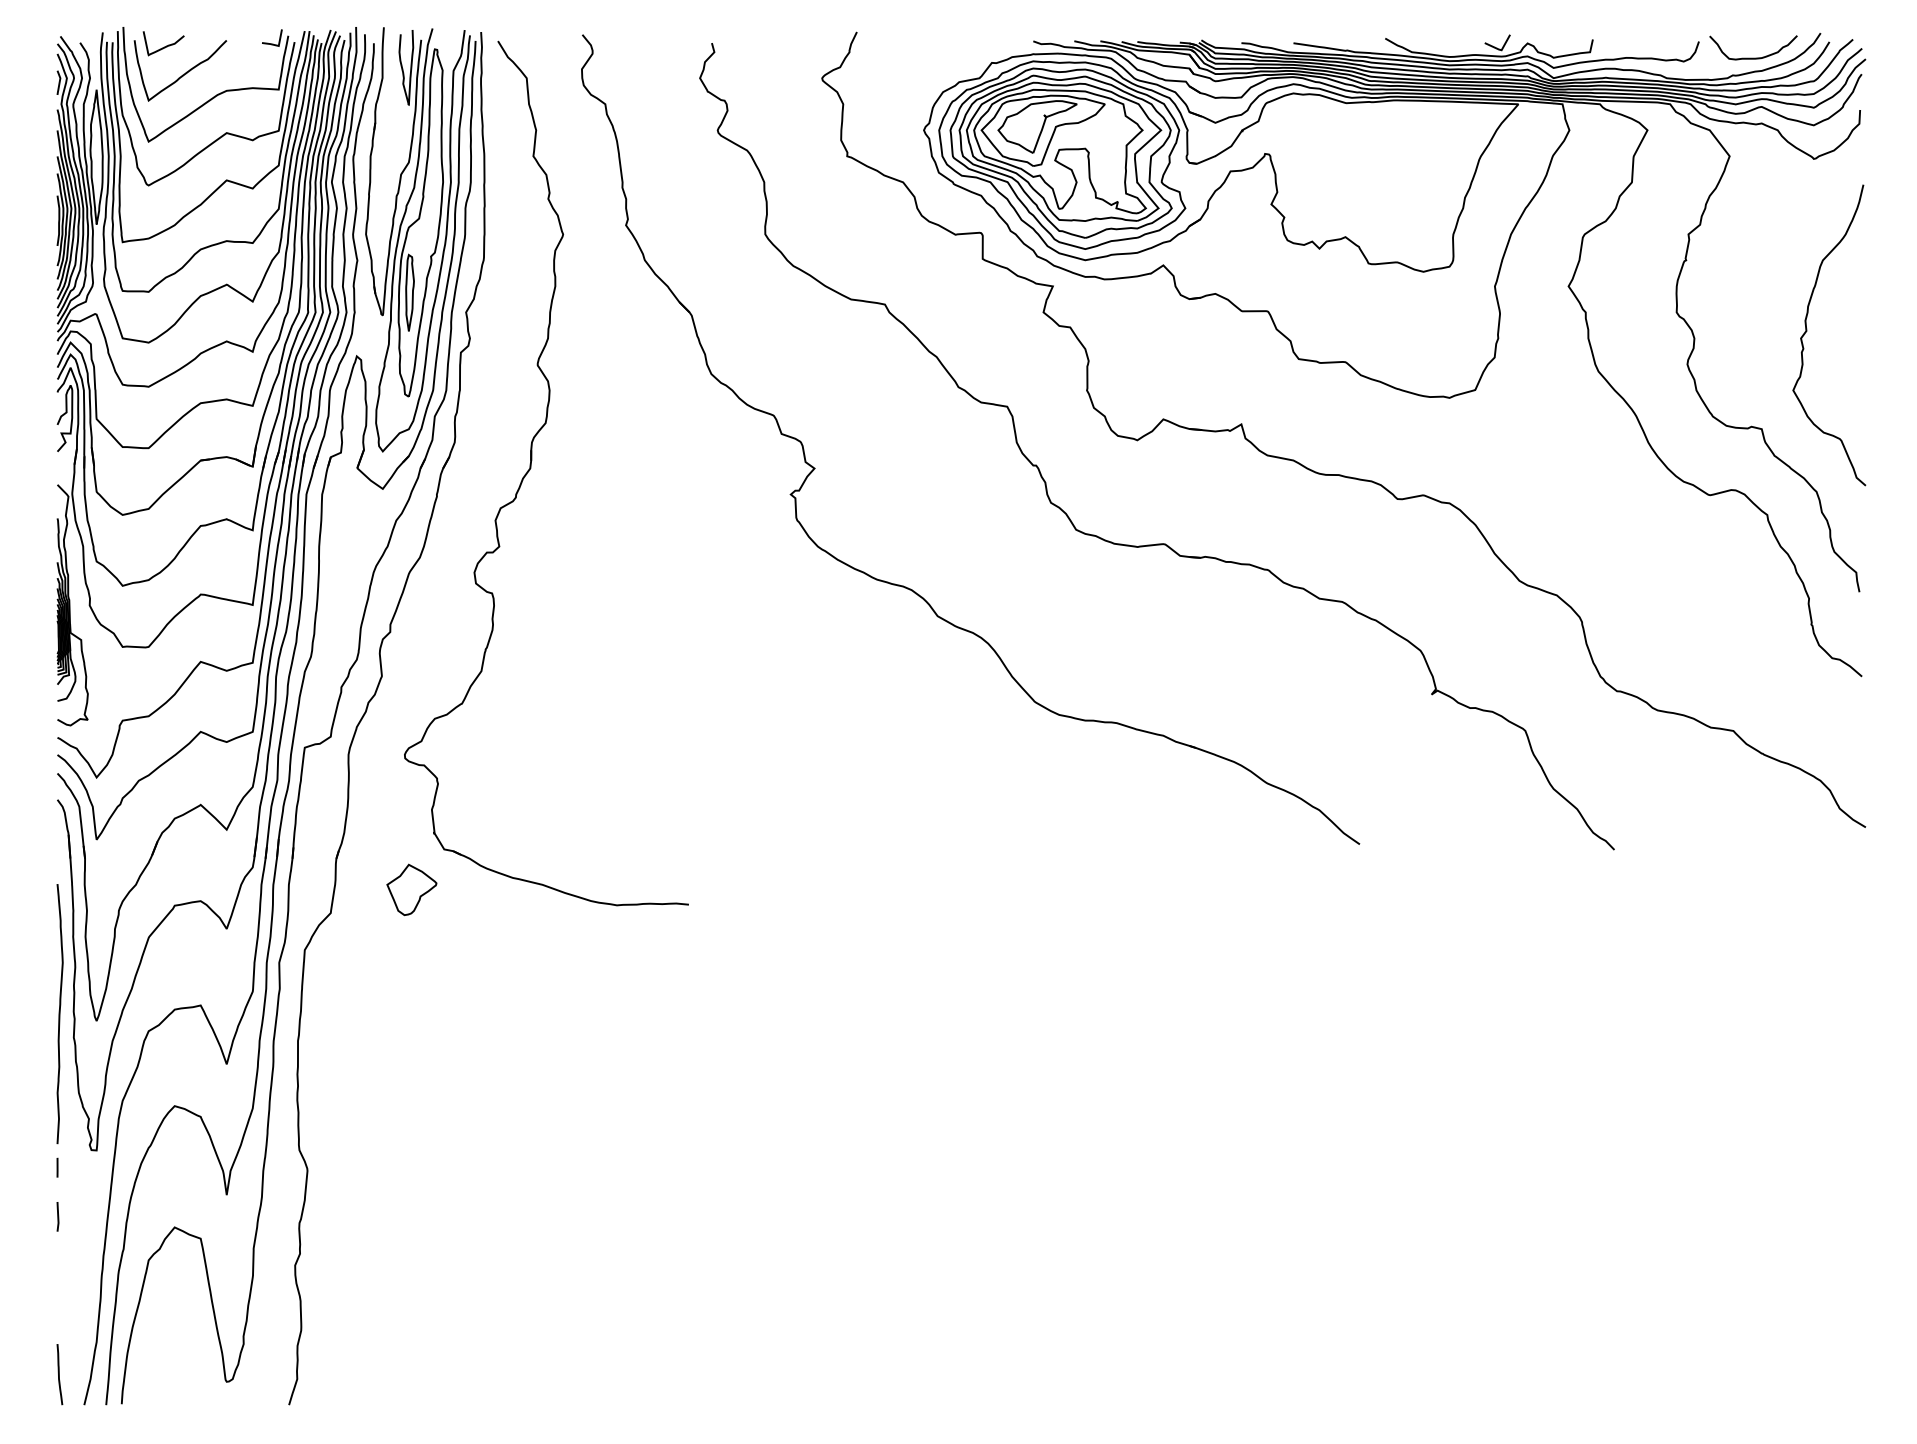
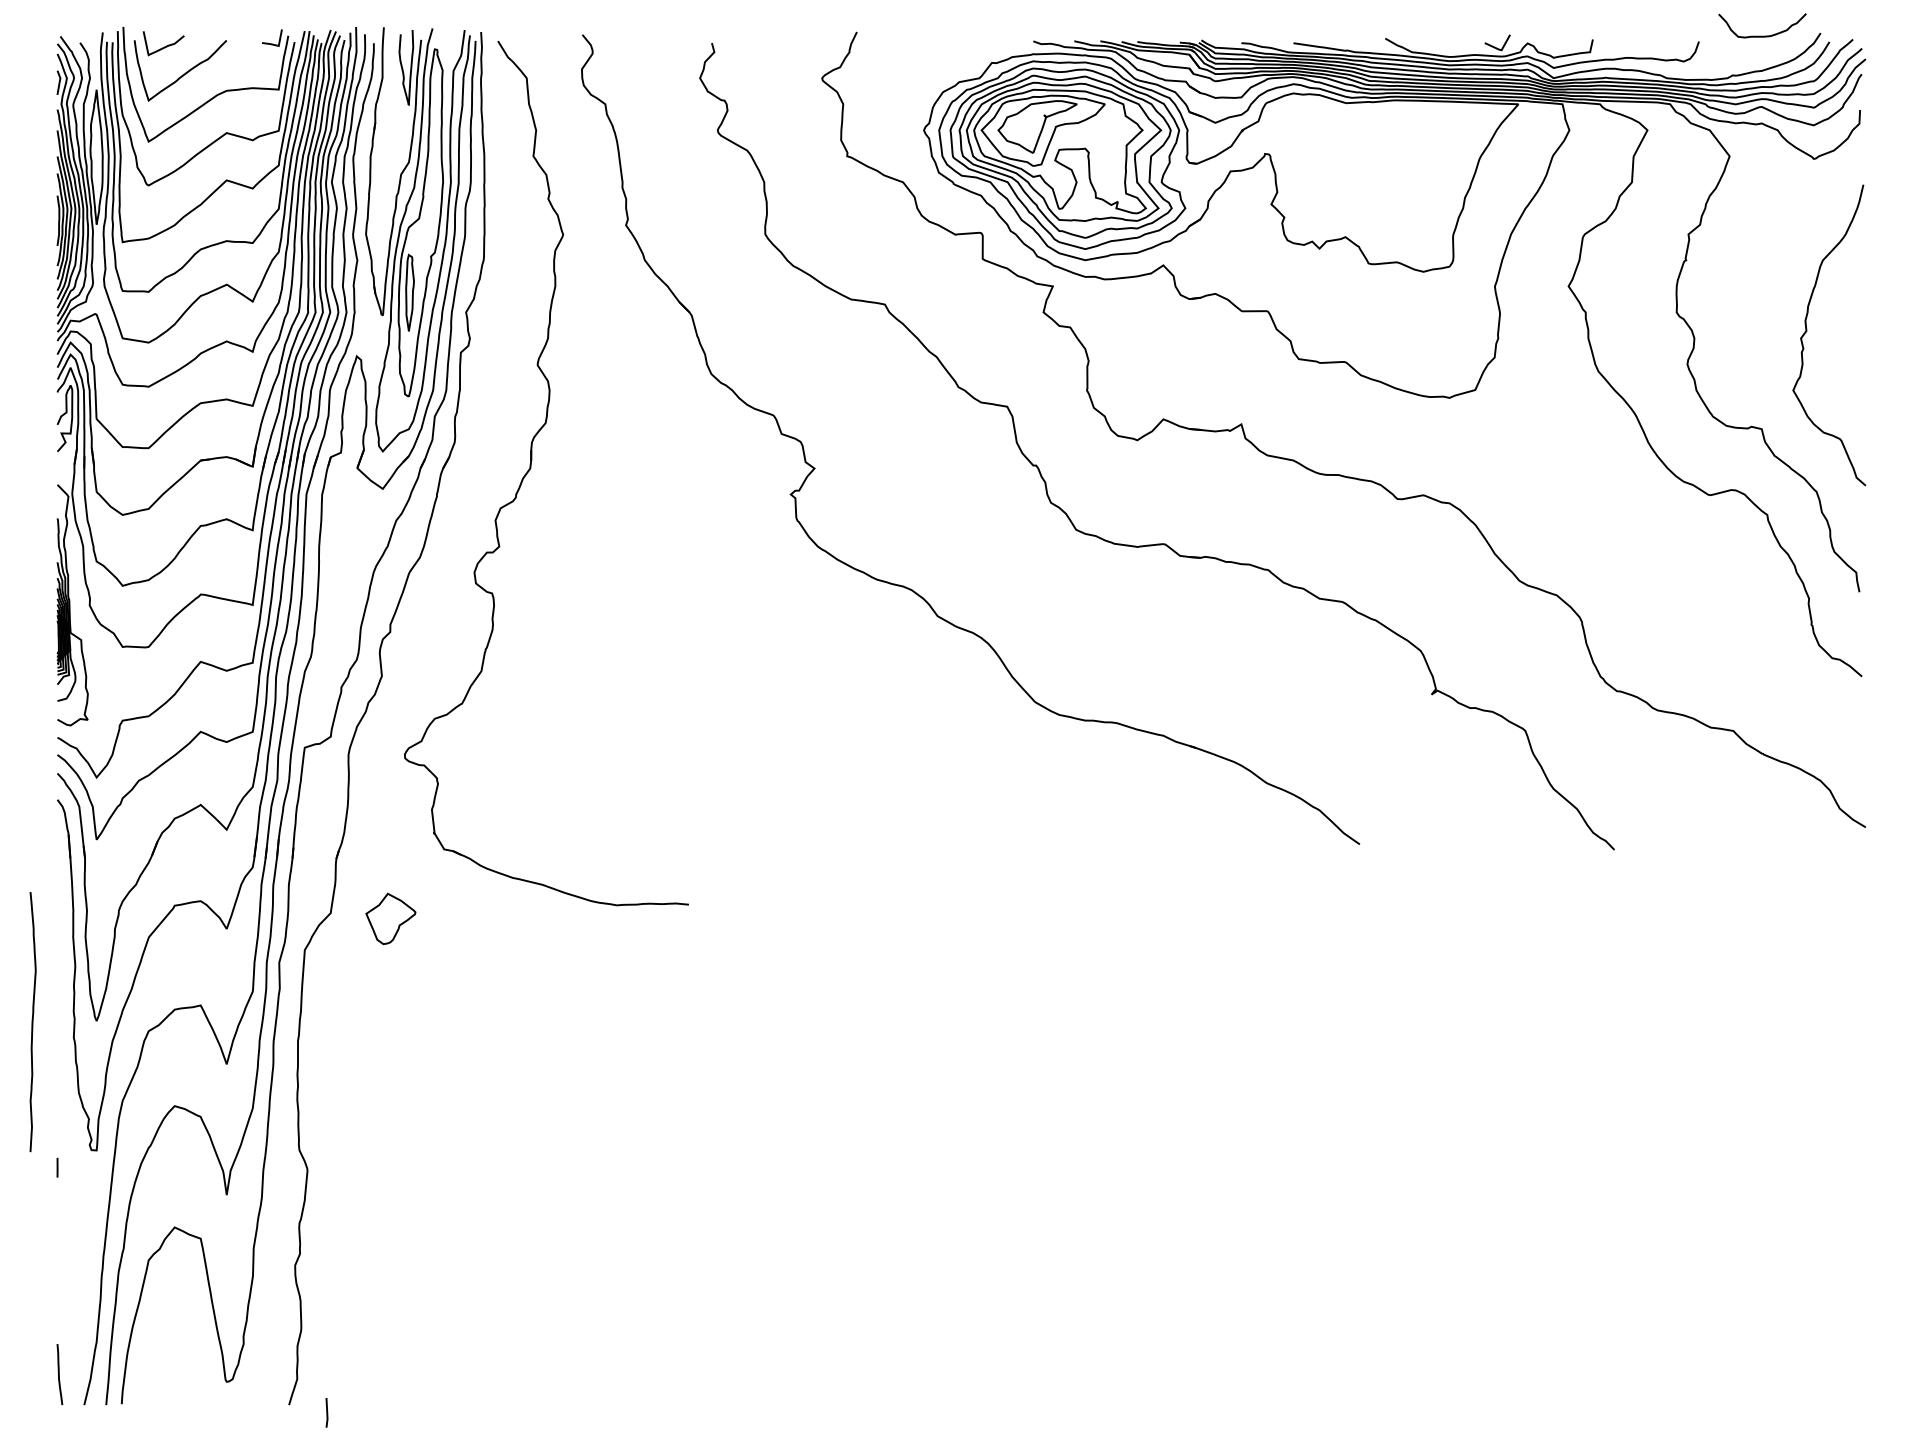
curve at (1753, 57) position: (1753, 57) -> (1762, 35)
part at (411, 889) position: (411, 889) -> (390, 918)
curve at (59, 1014) position: (59, 1014) -> (32, 1022)
line at (57, 1216) position: (57, 1216) -> (326, 1412)
